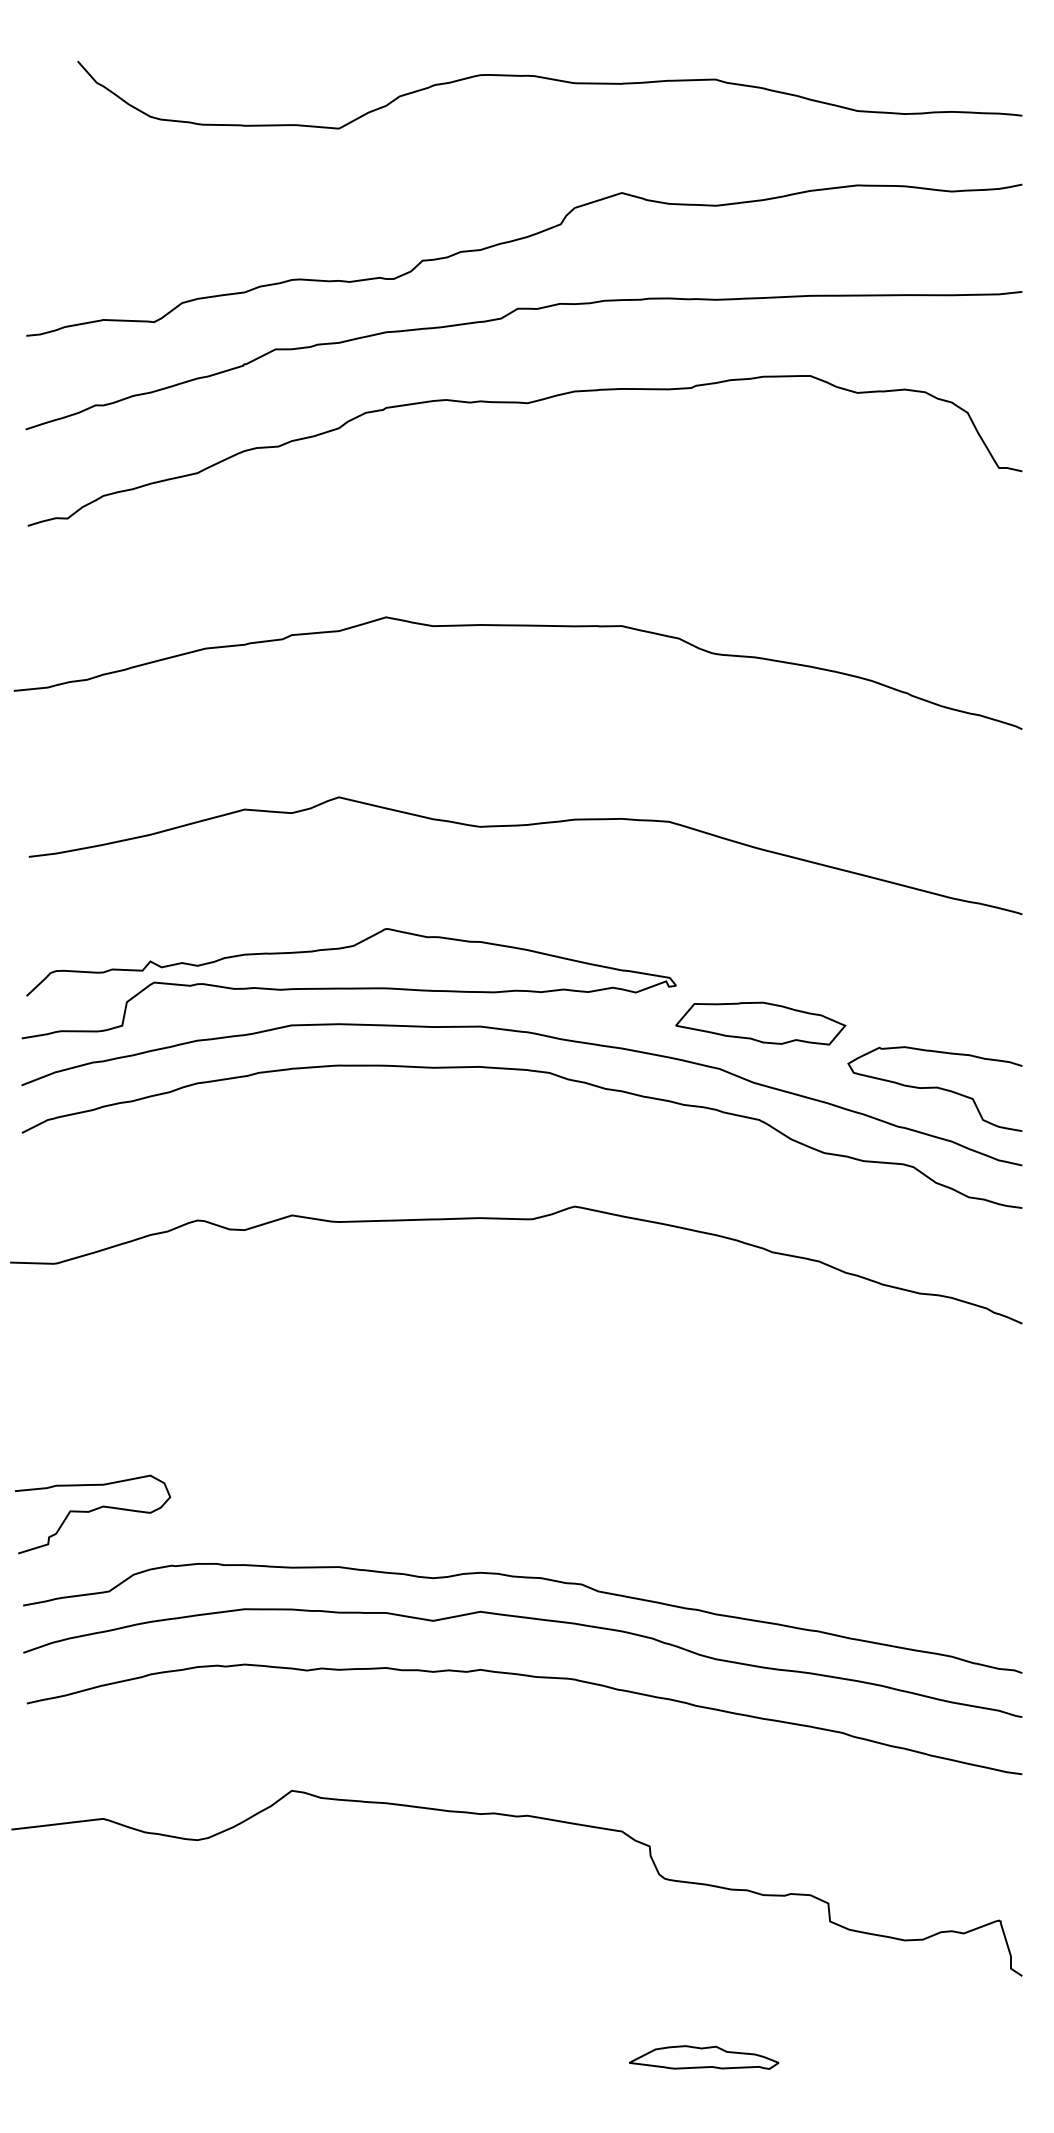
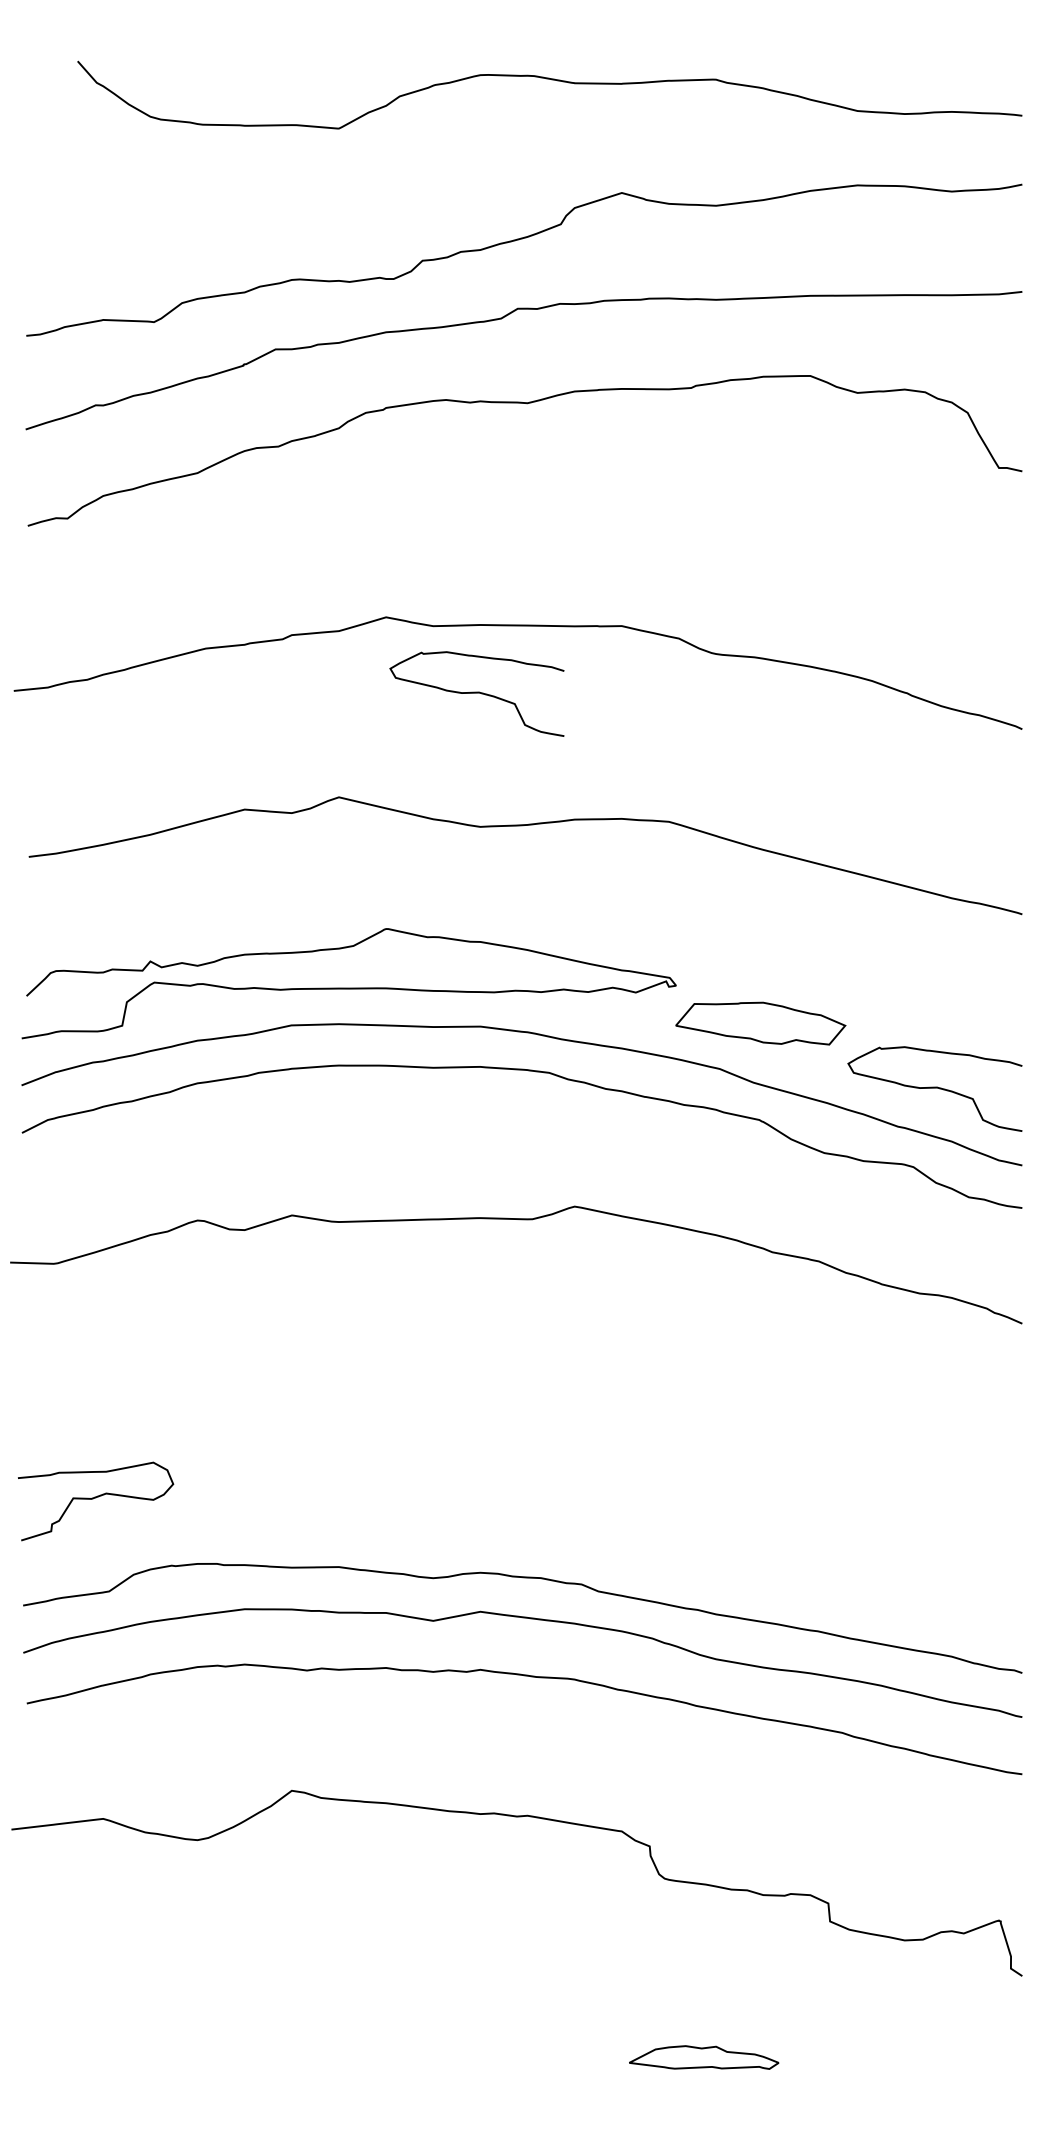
curve at (476, 693): none -> present
curve at (93, 1511) position: (93, 1511) -> (96, 1498)
